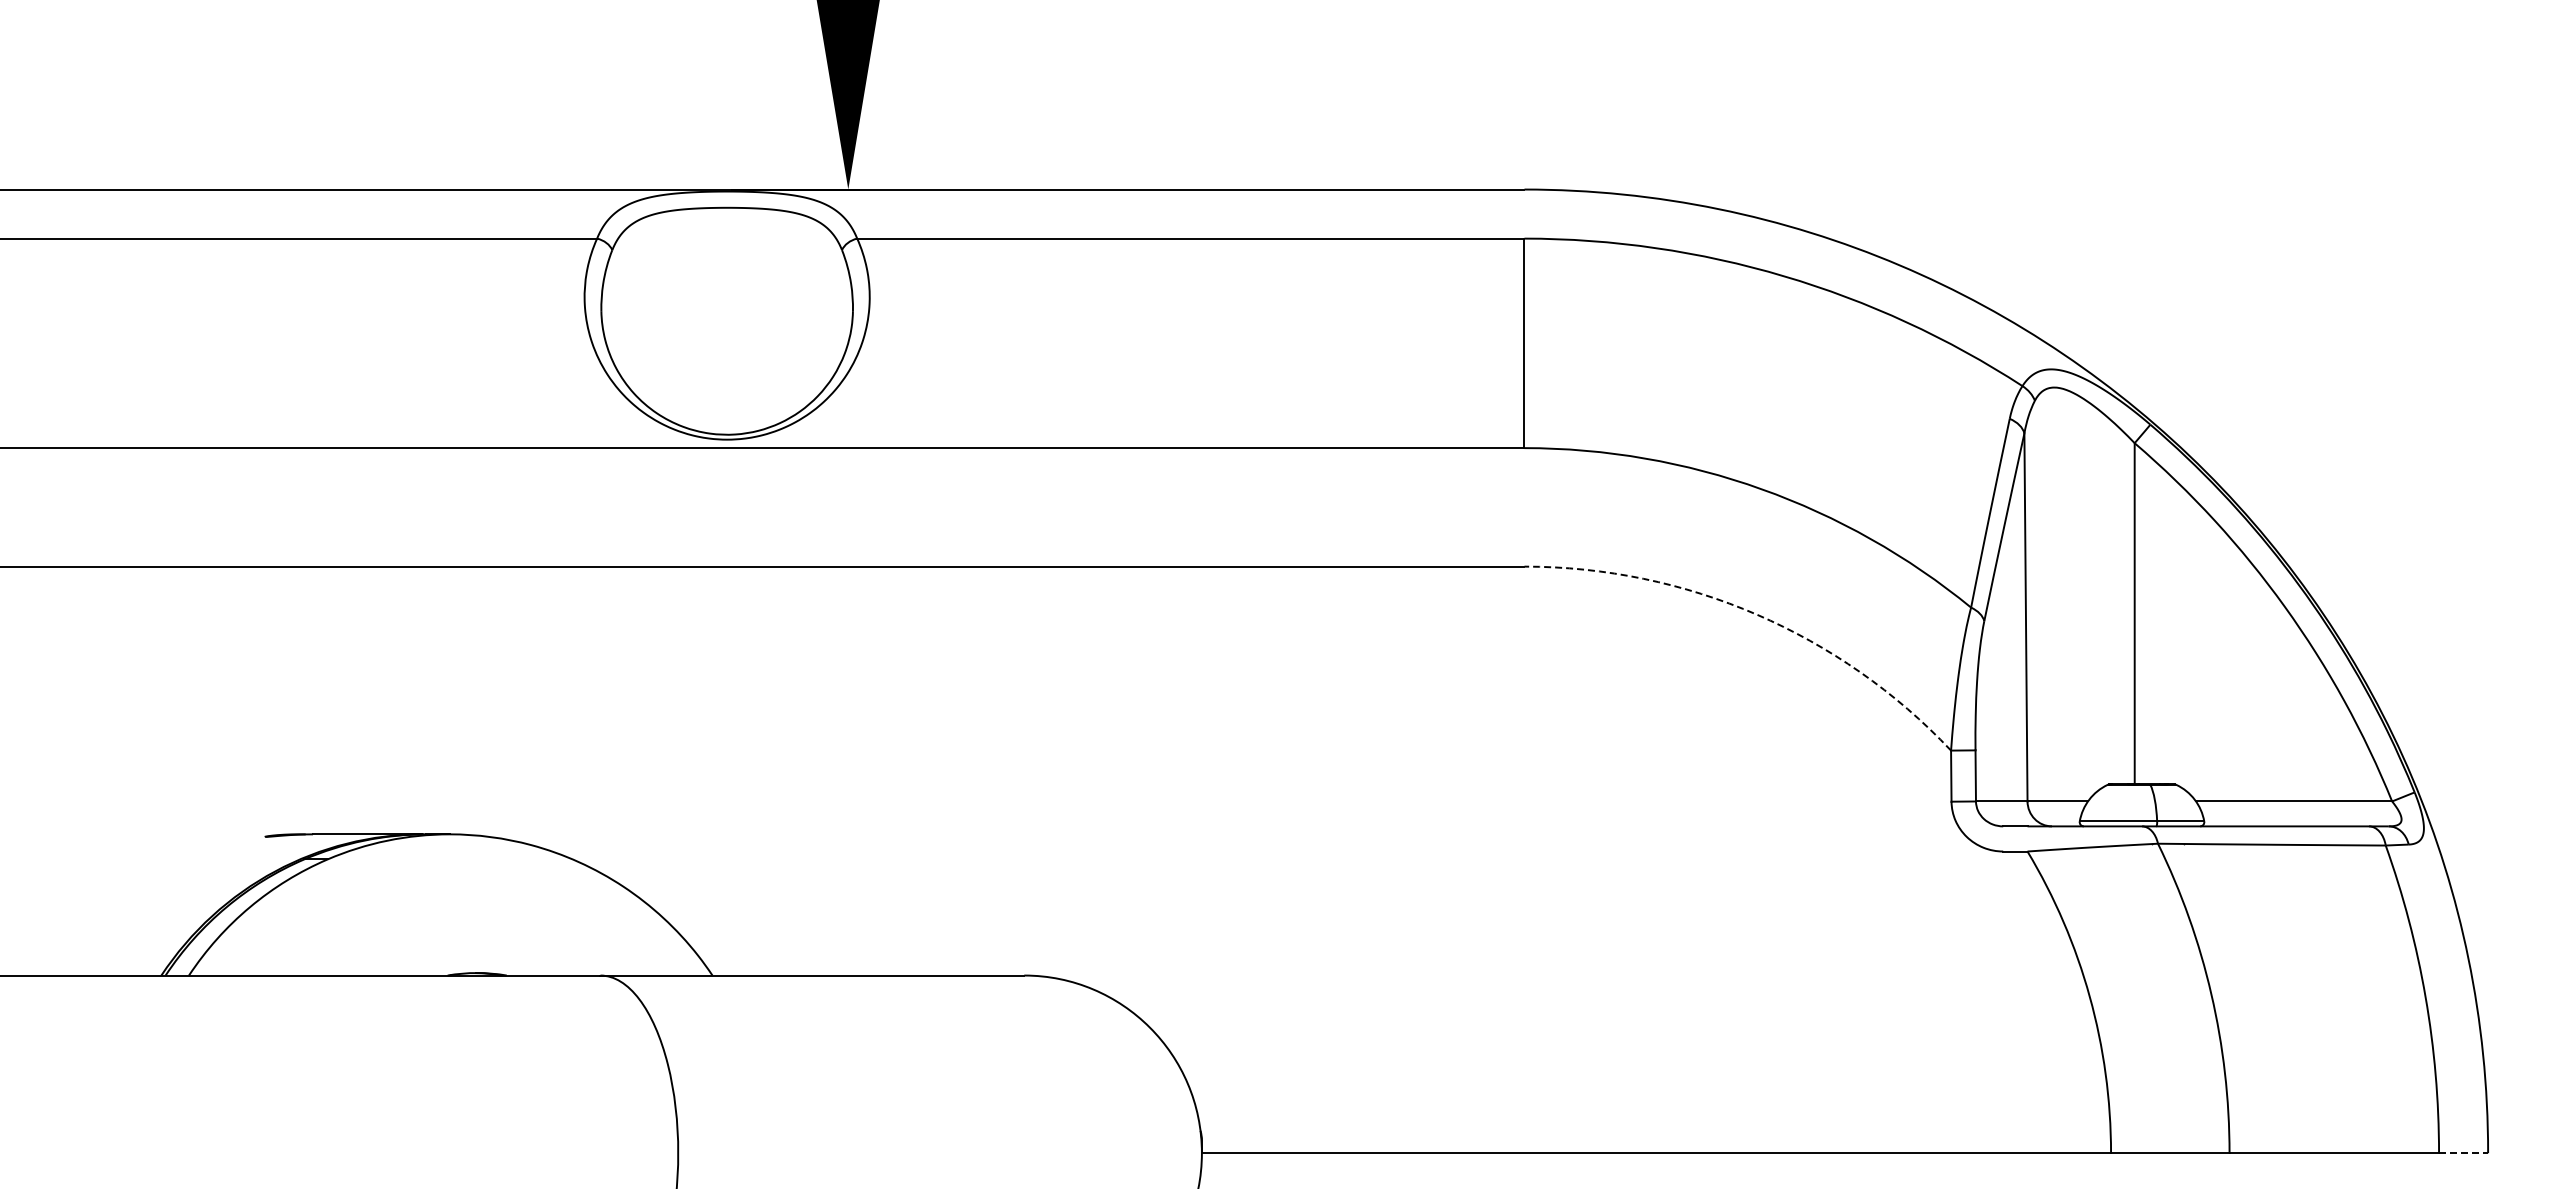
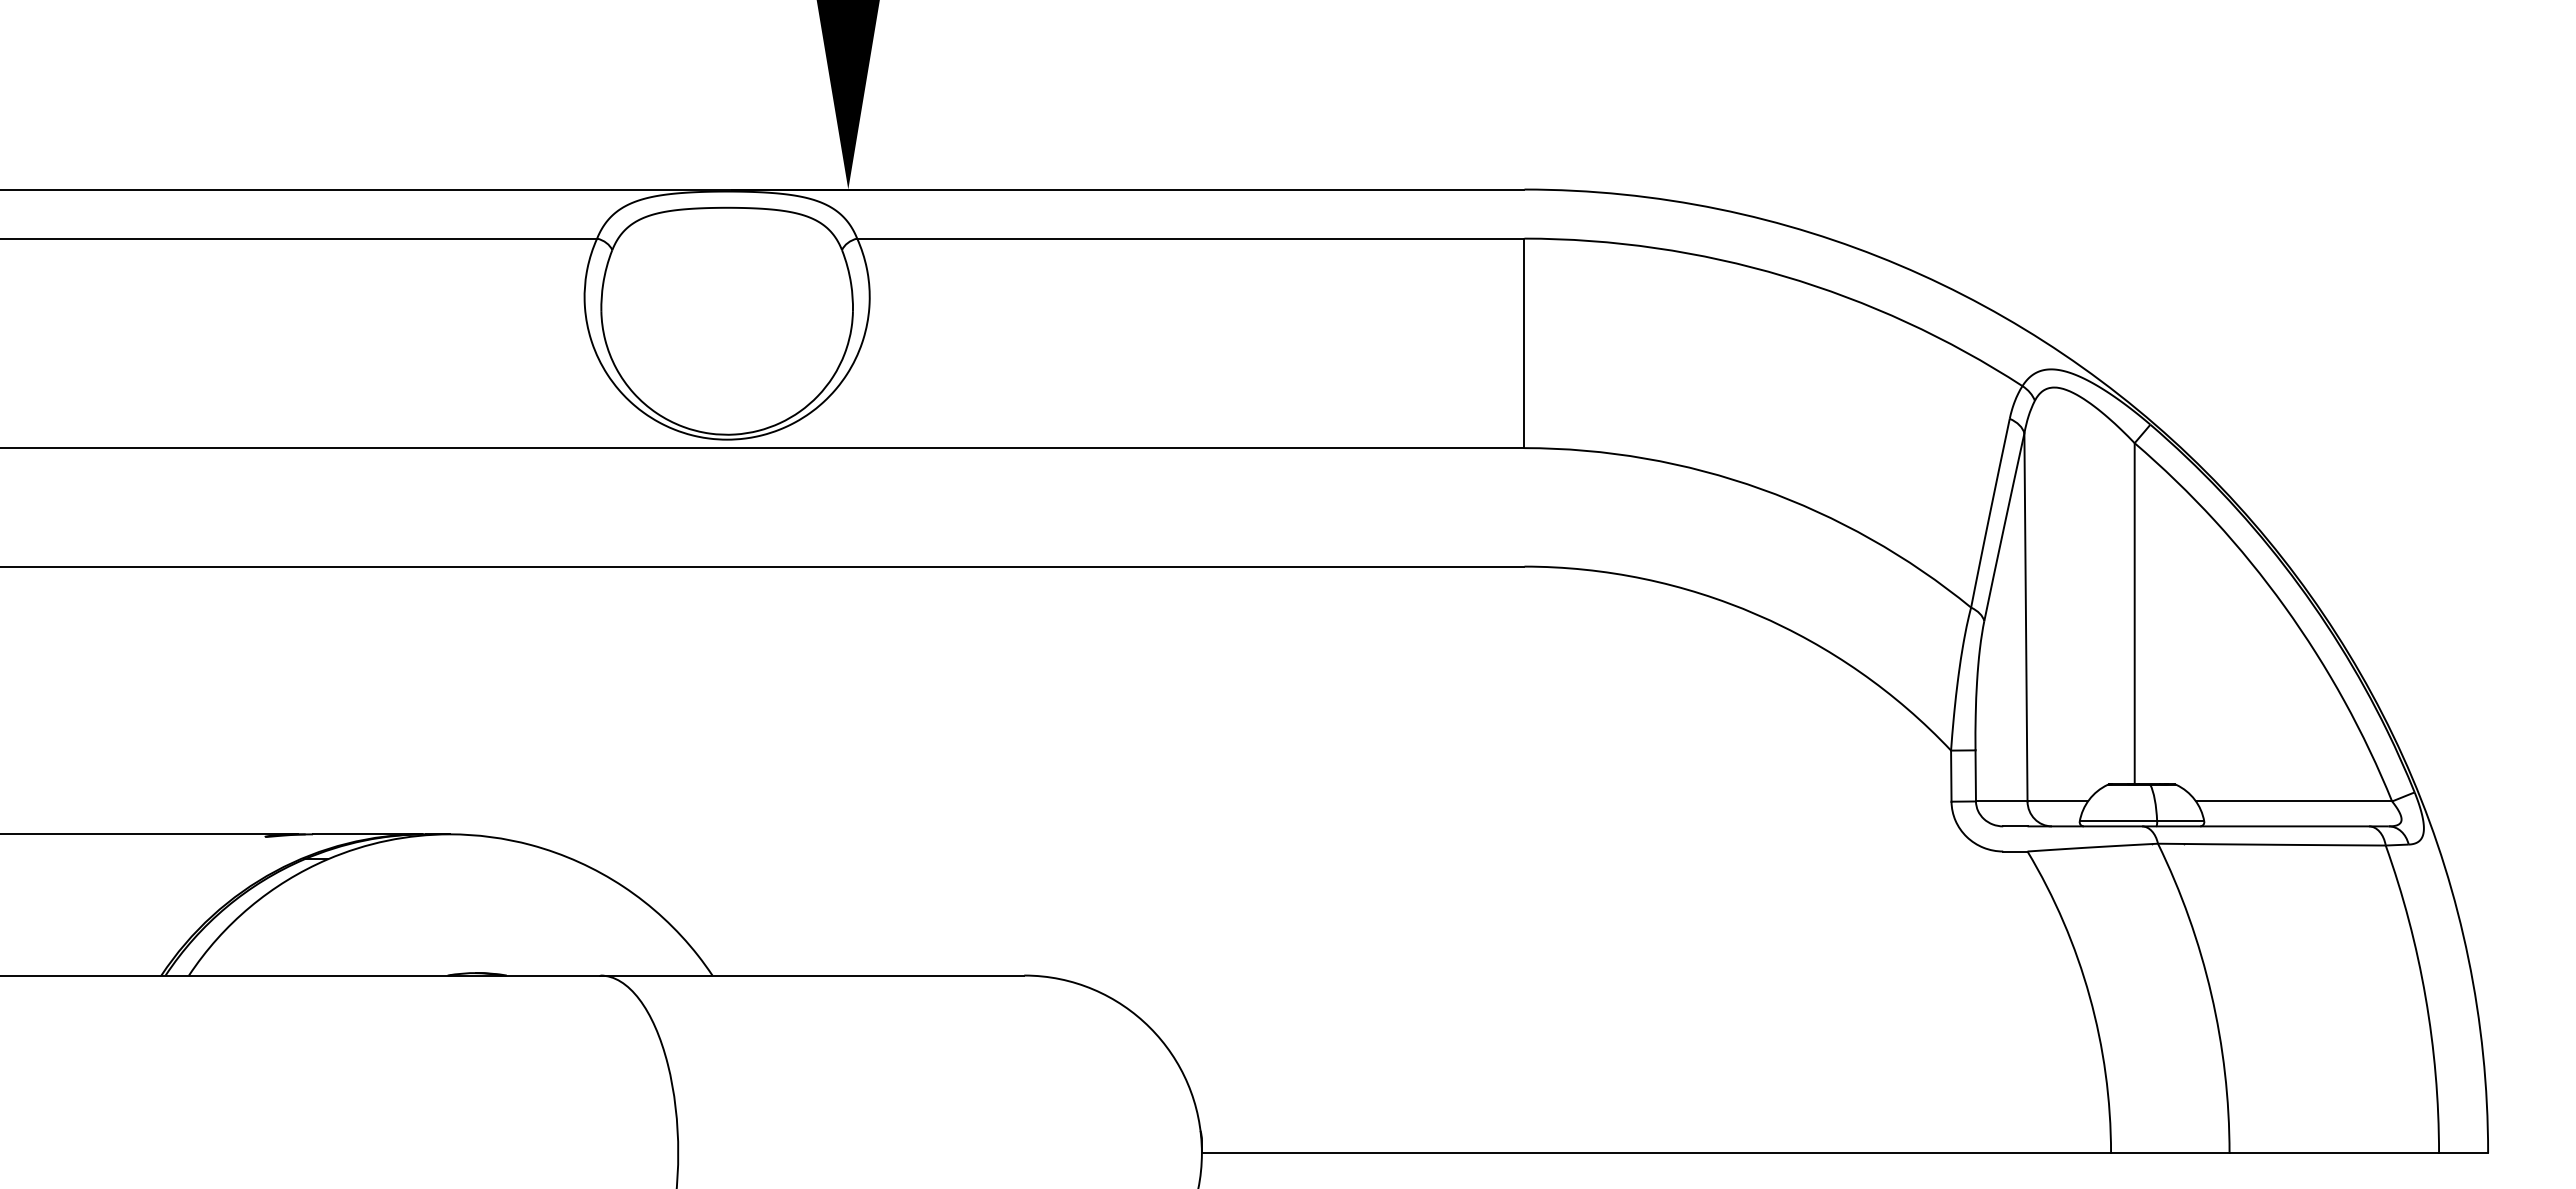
arc at (1756, 614): dashed -> solid
line at (150, 834): none -> present
line at (2463, 1153): dashed -> solid
